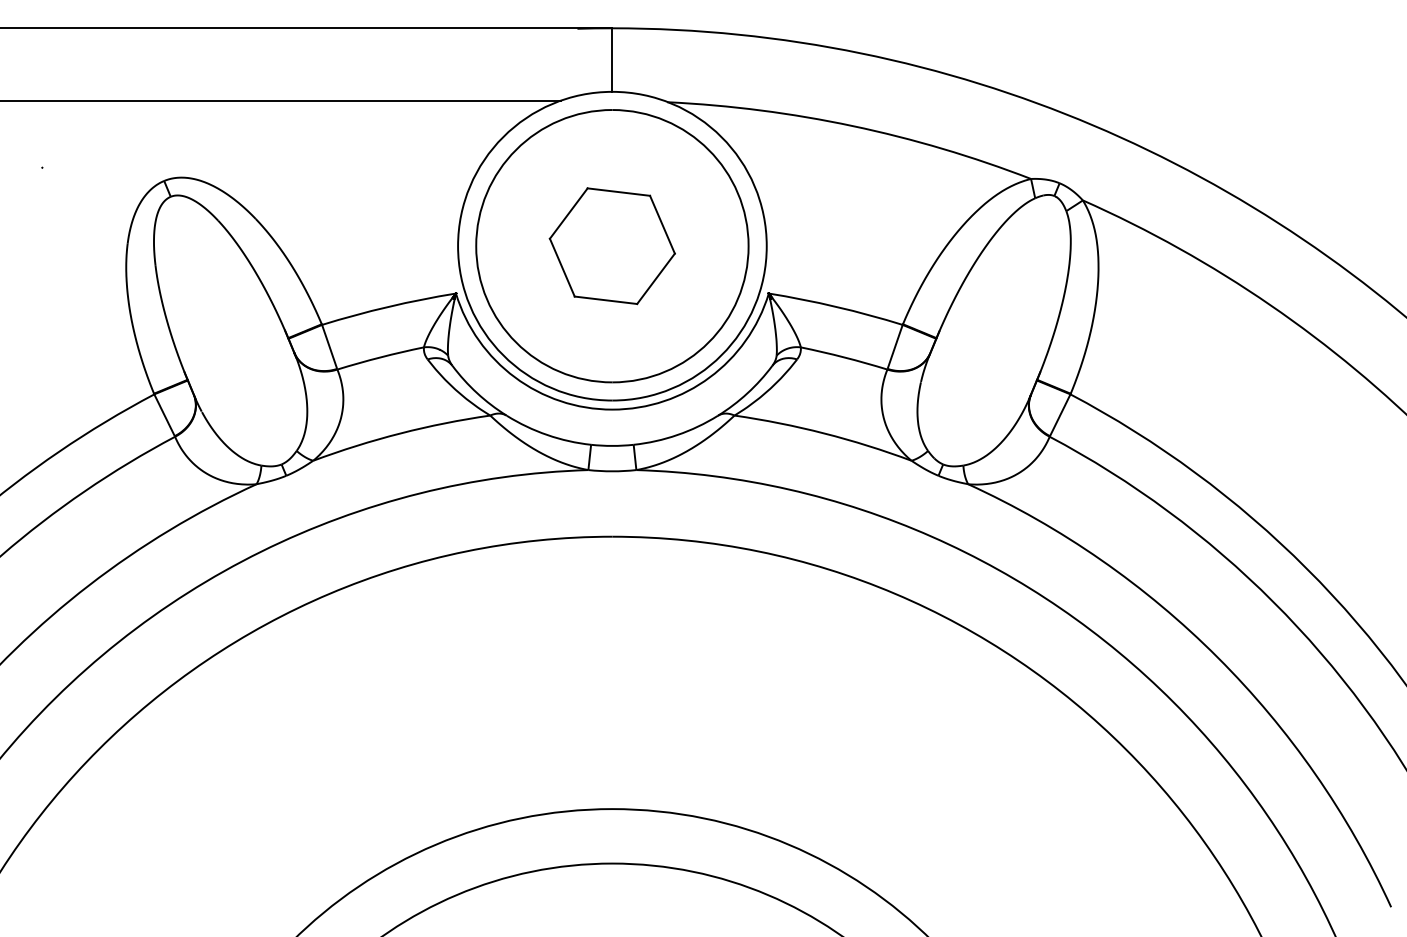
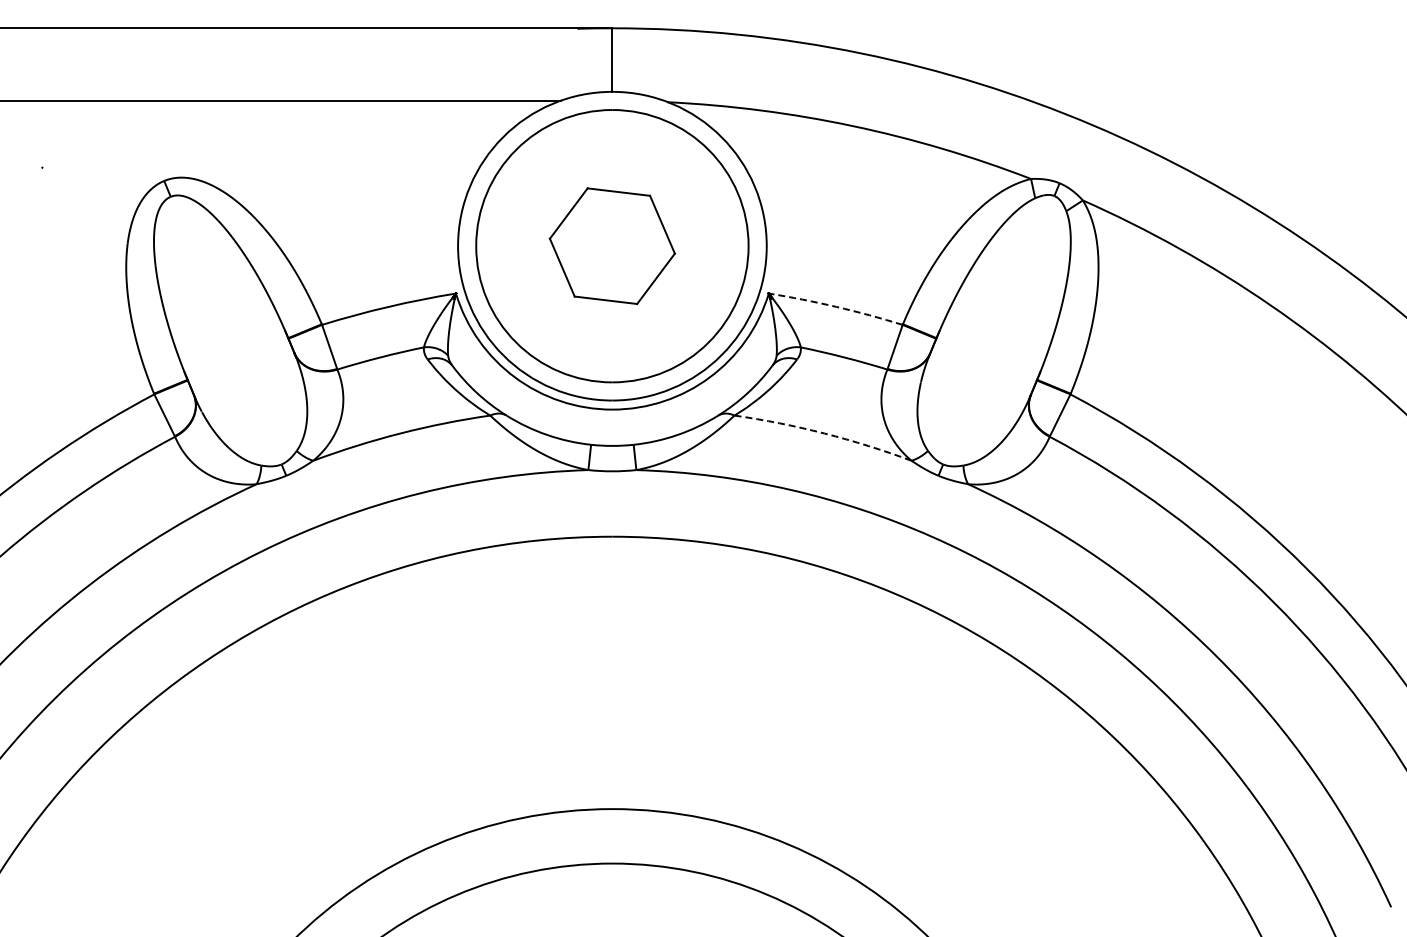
arc at (836, 306): solid -> dashed
arc at (824, 433): solid -> dashed
